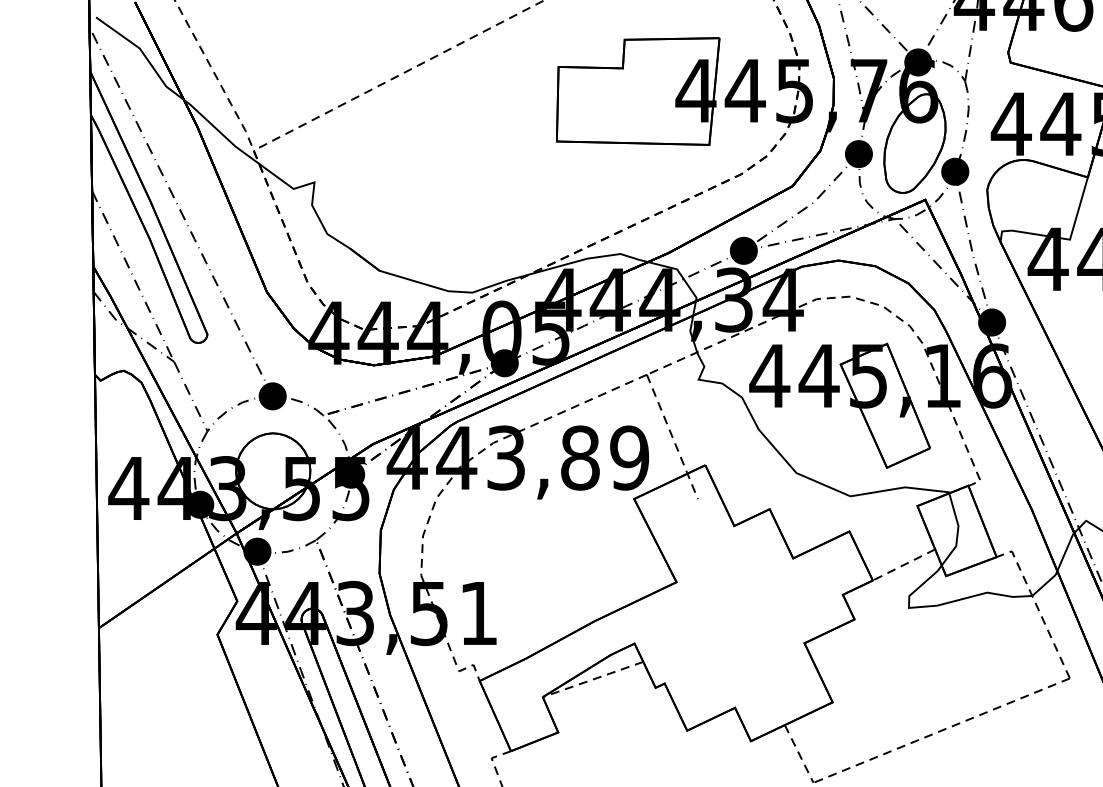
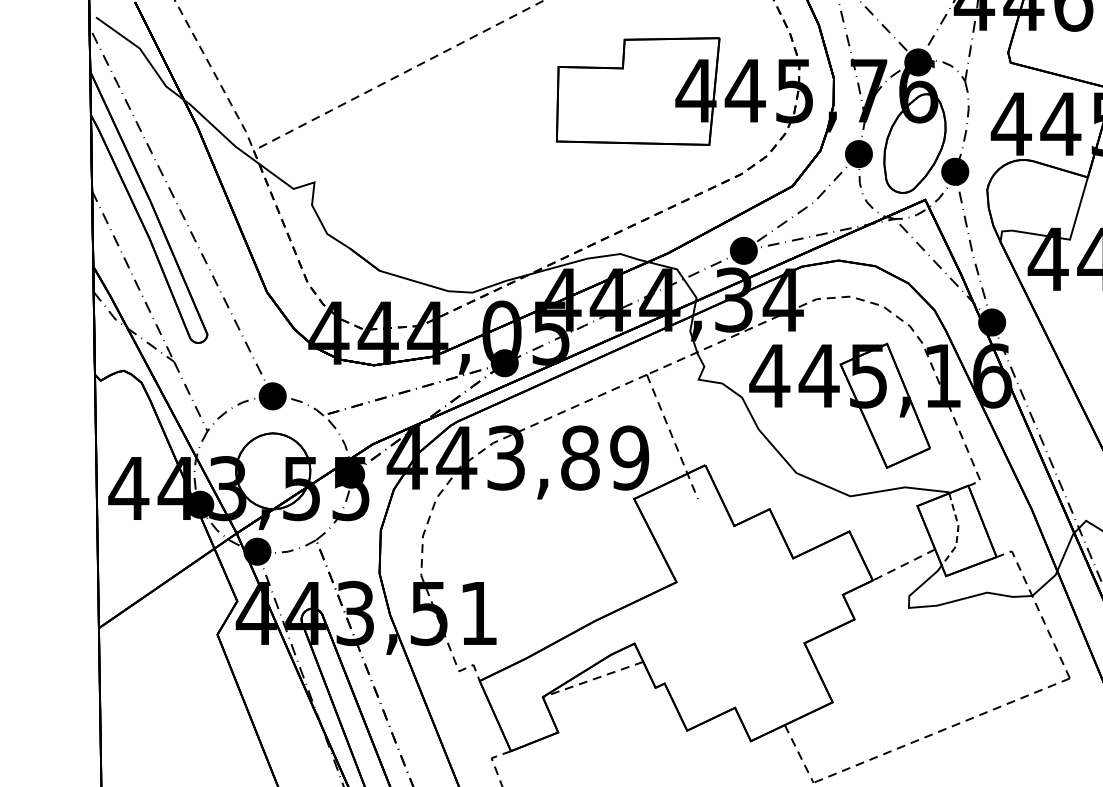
line at (957, 531): solid -> dashed
